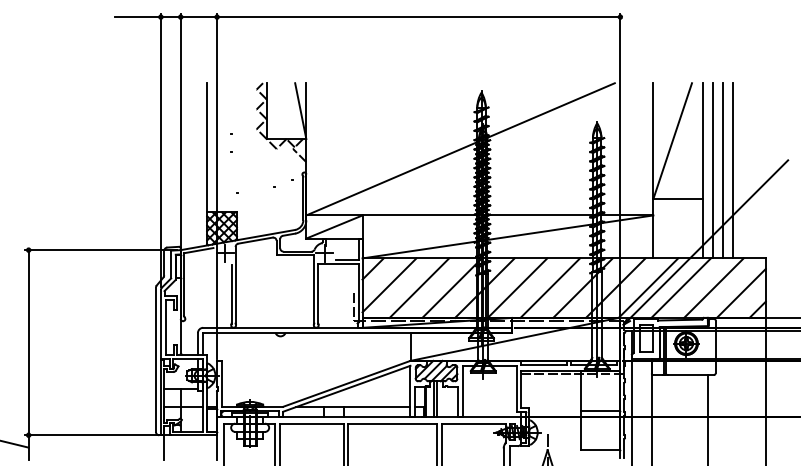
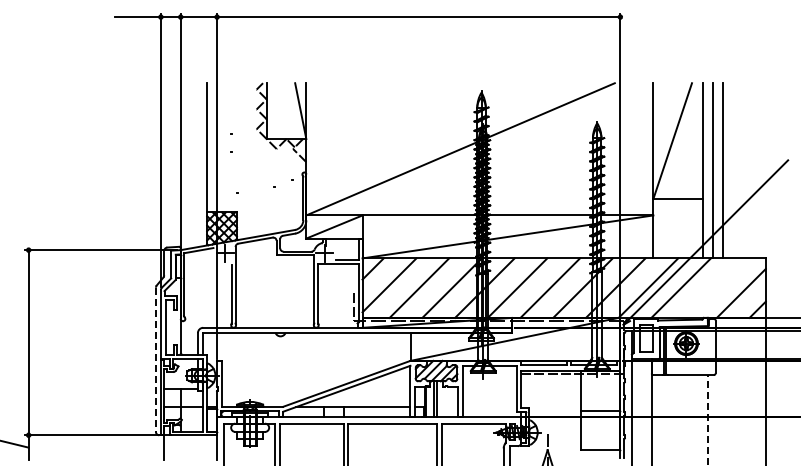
line at (732, 170): present -> none
line at (713, 287): present -> none
line at (155, 360): solid -> dashed
line at (707, 420): solid -> dashed
